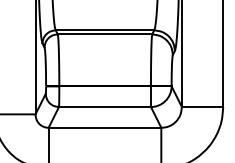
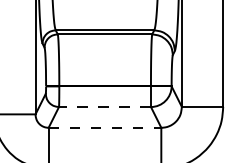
line at (105, 107): solid -> dashed
line at (105, 127): solid -> dashed
